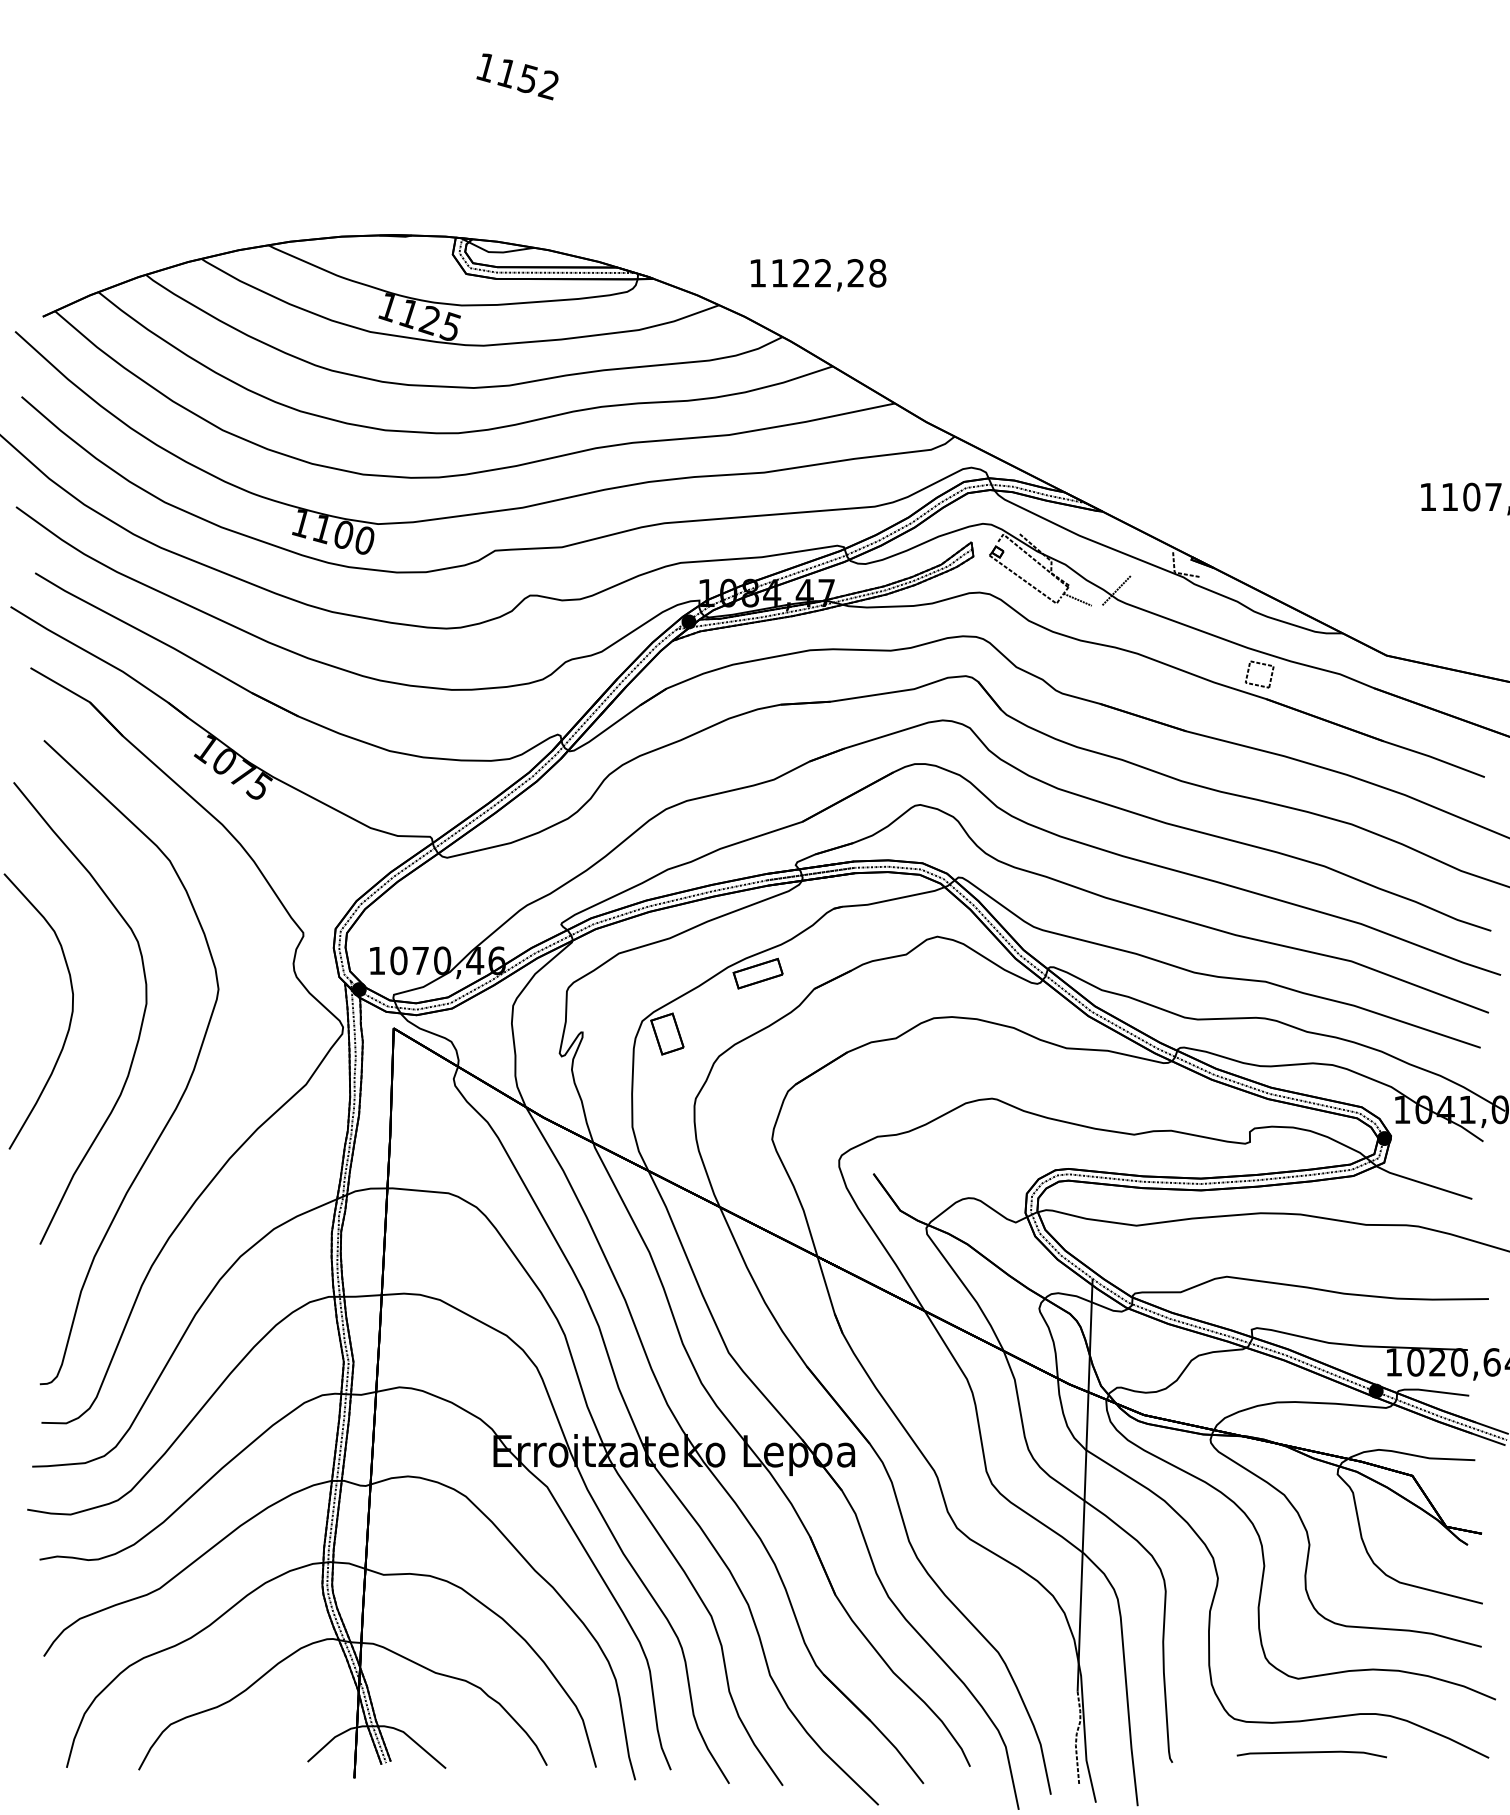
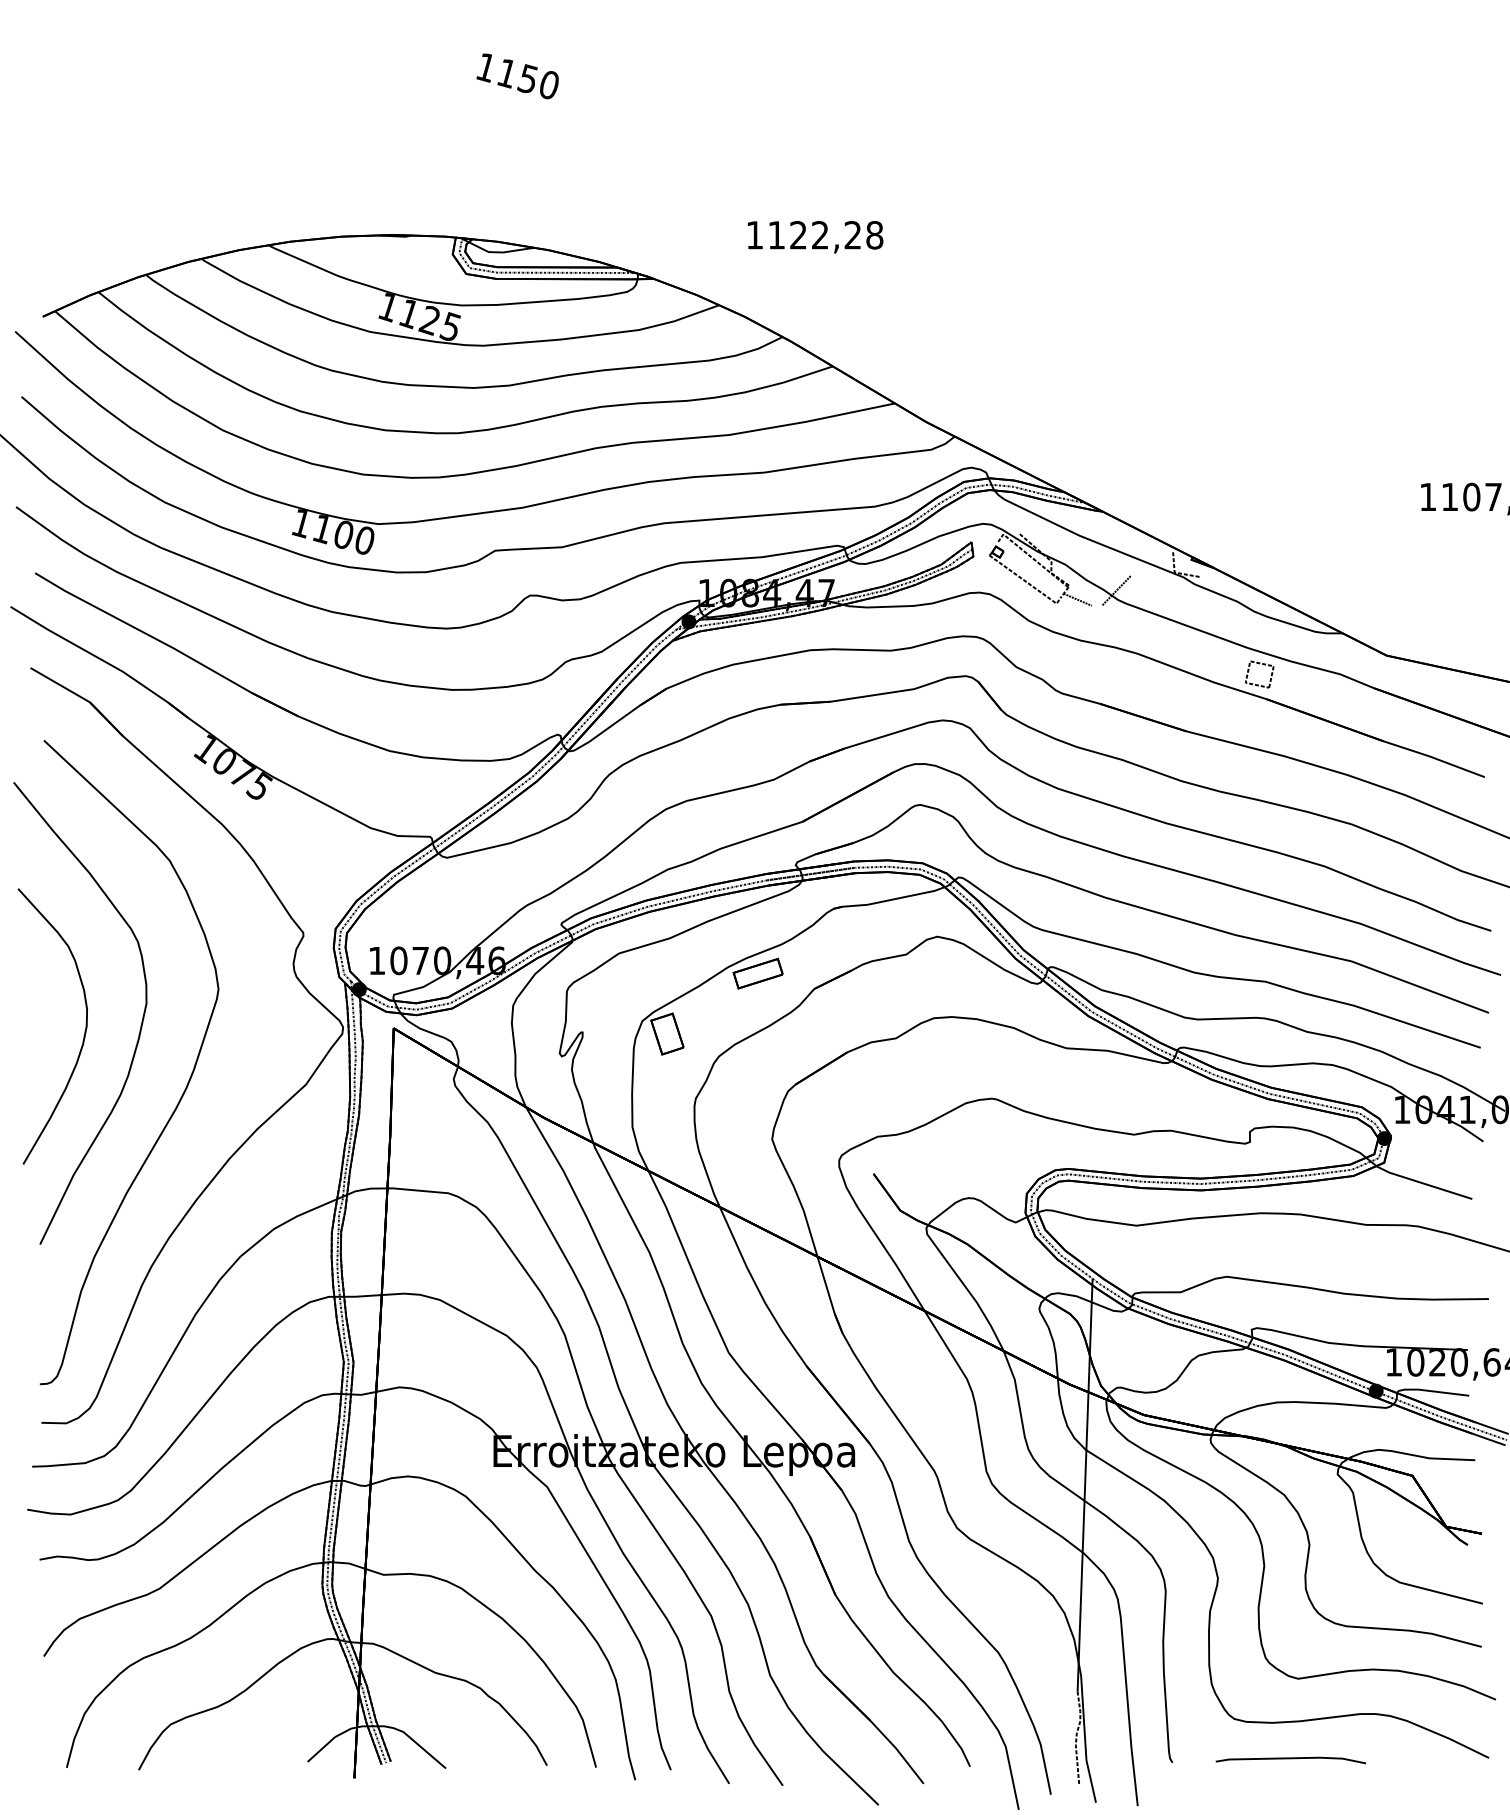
text at (547, 85): 1152 -> 1150
text at (818, 275) position: (818, 275) -> (815, 237)
curve at (70, 1016) position: (70, 1016) -> (84, 1031)
line at (1311, 1753) position: (1311, 1753) -> (1290, 1759)
